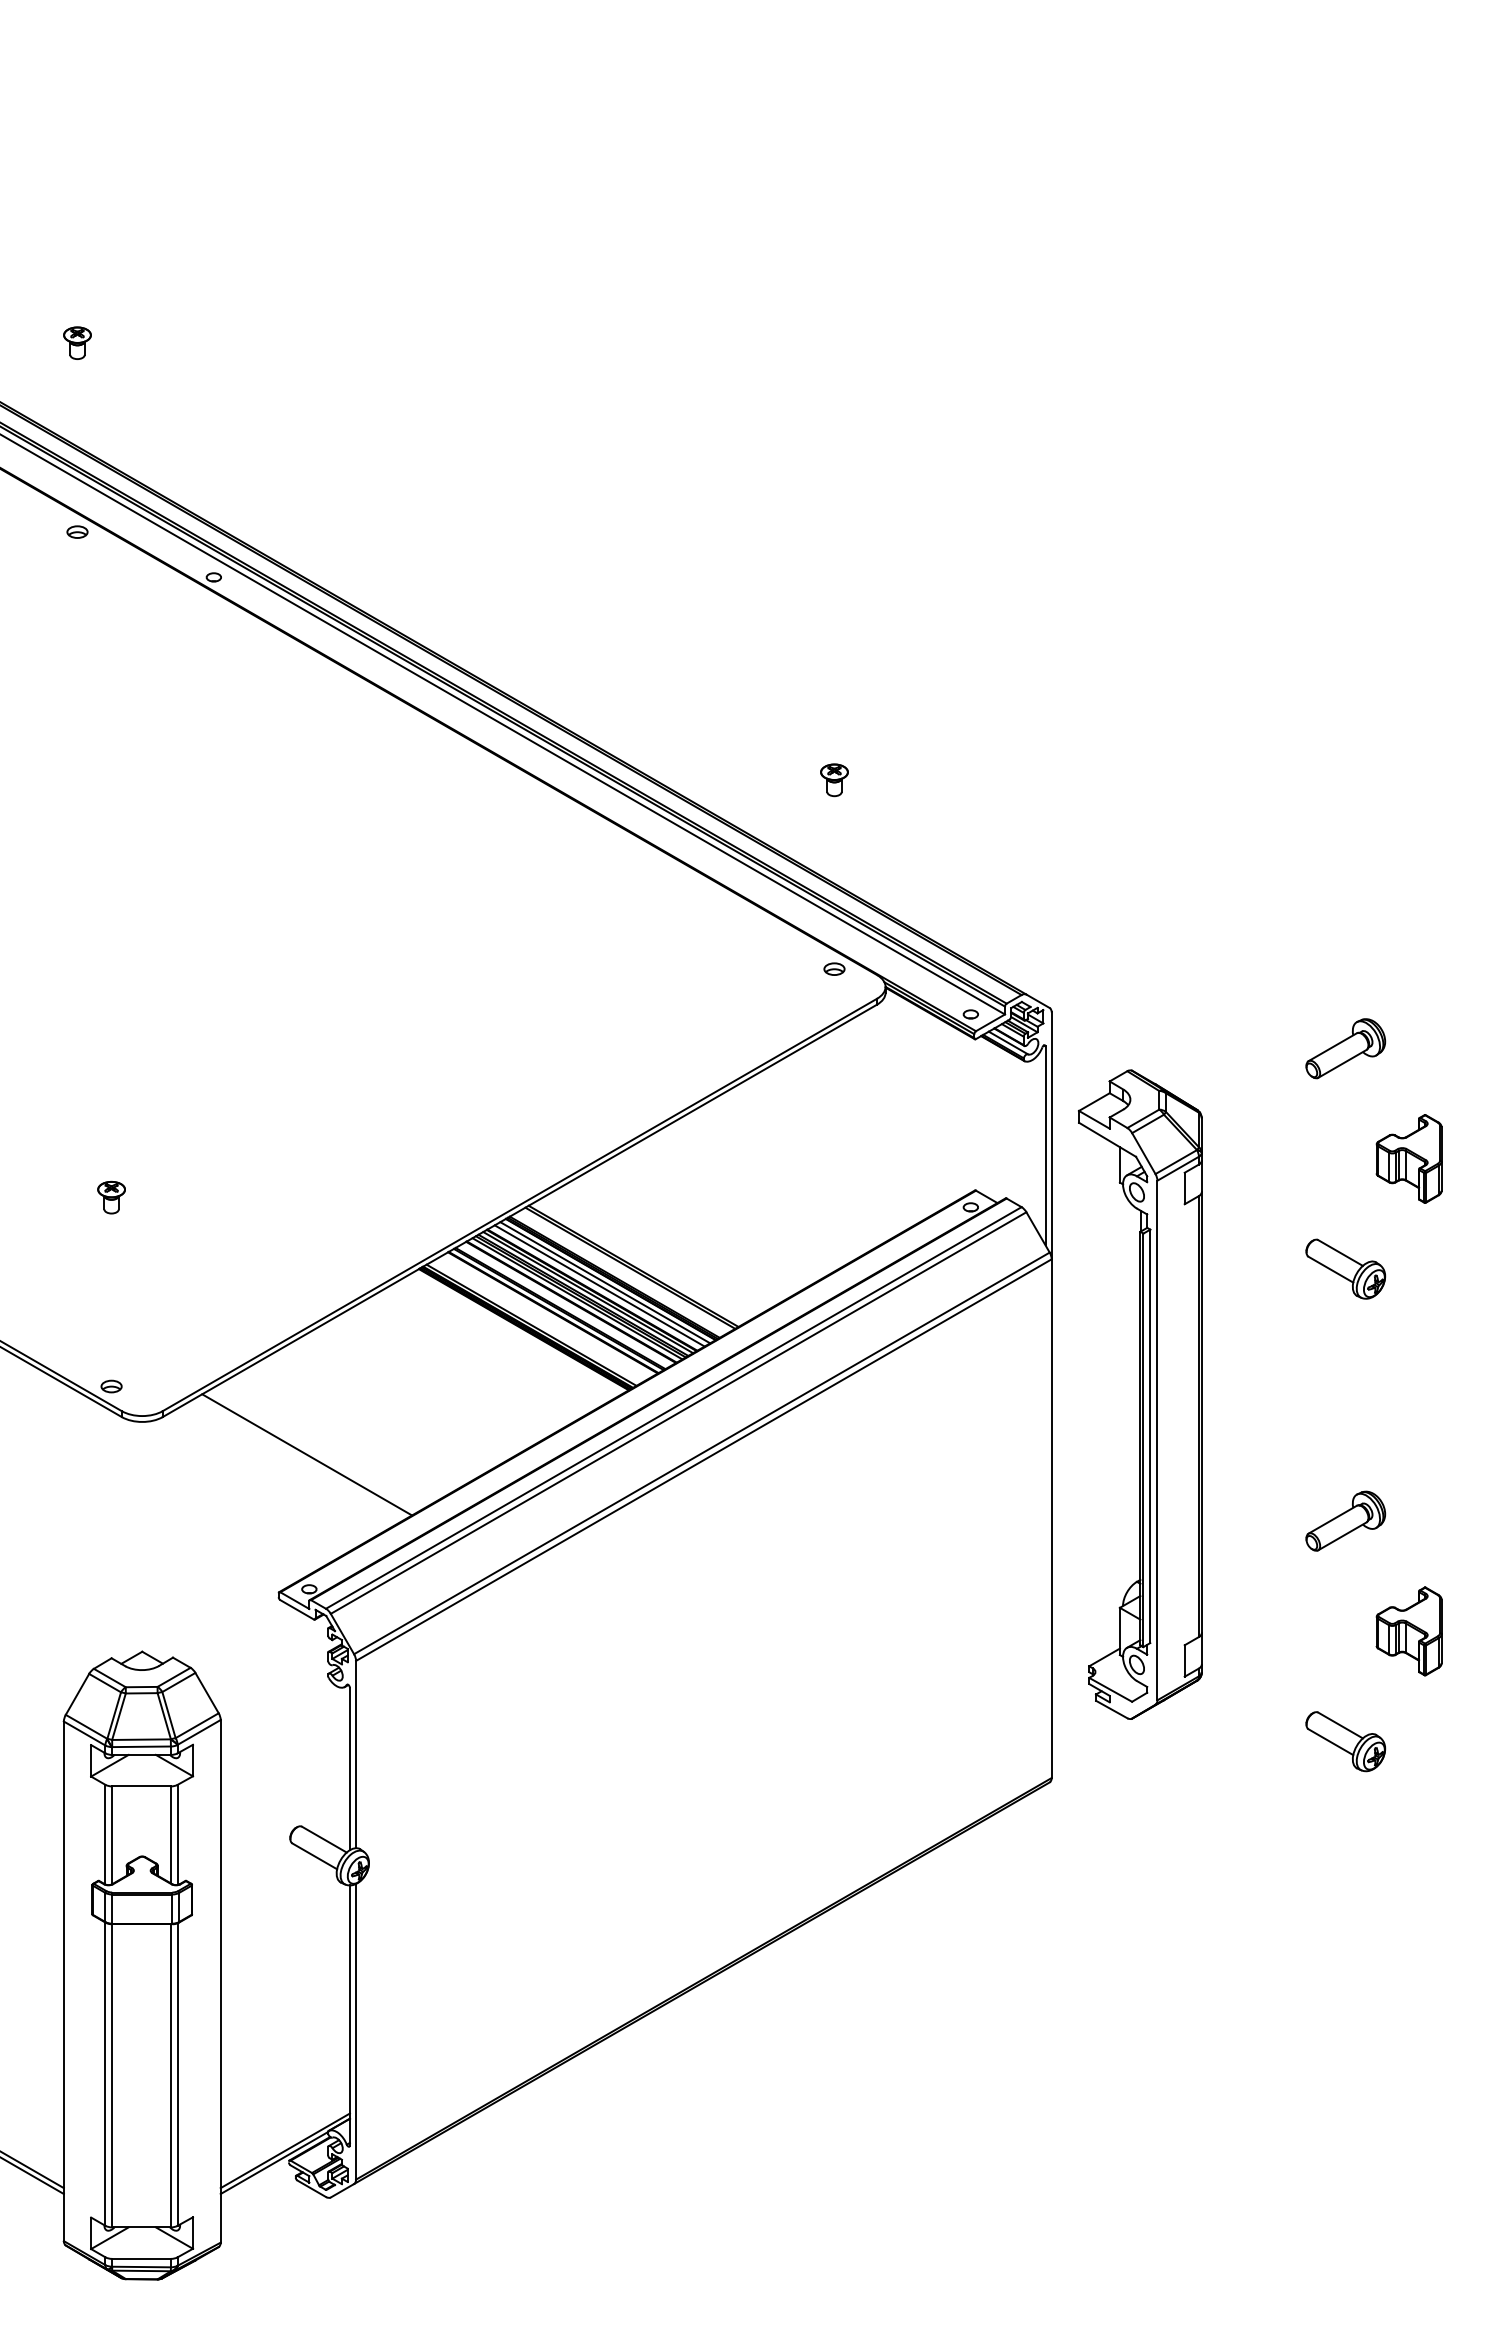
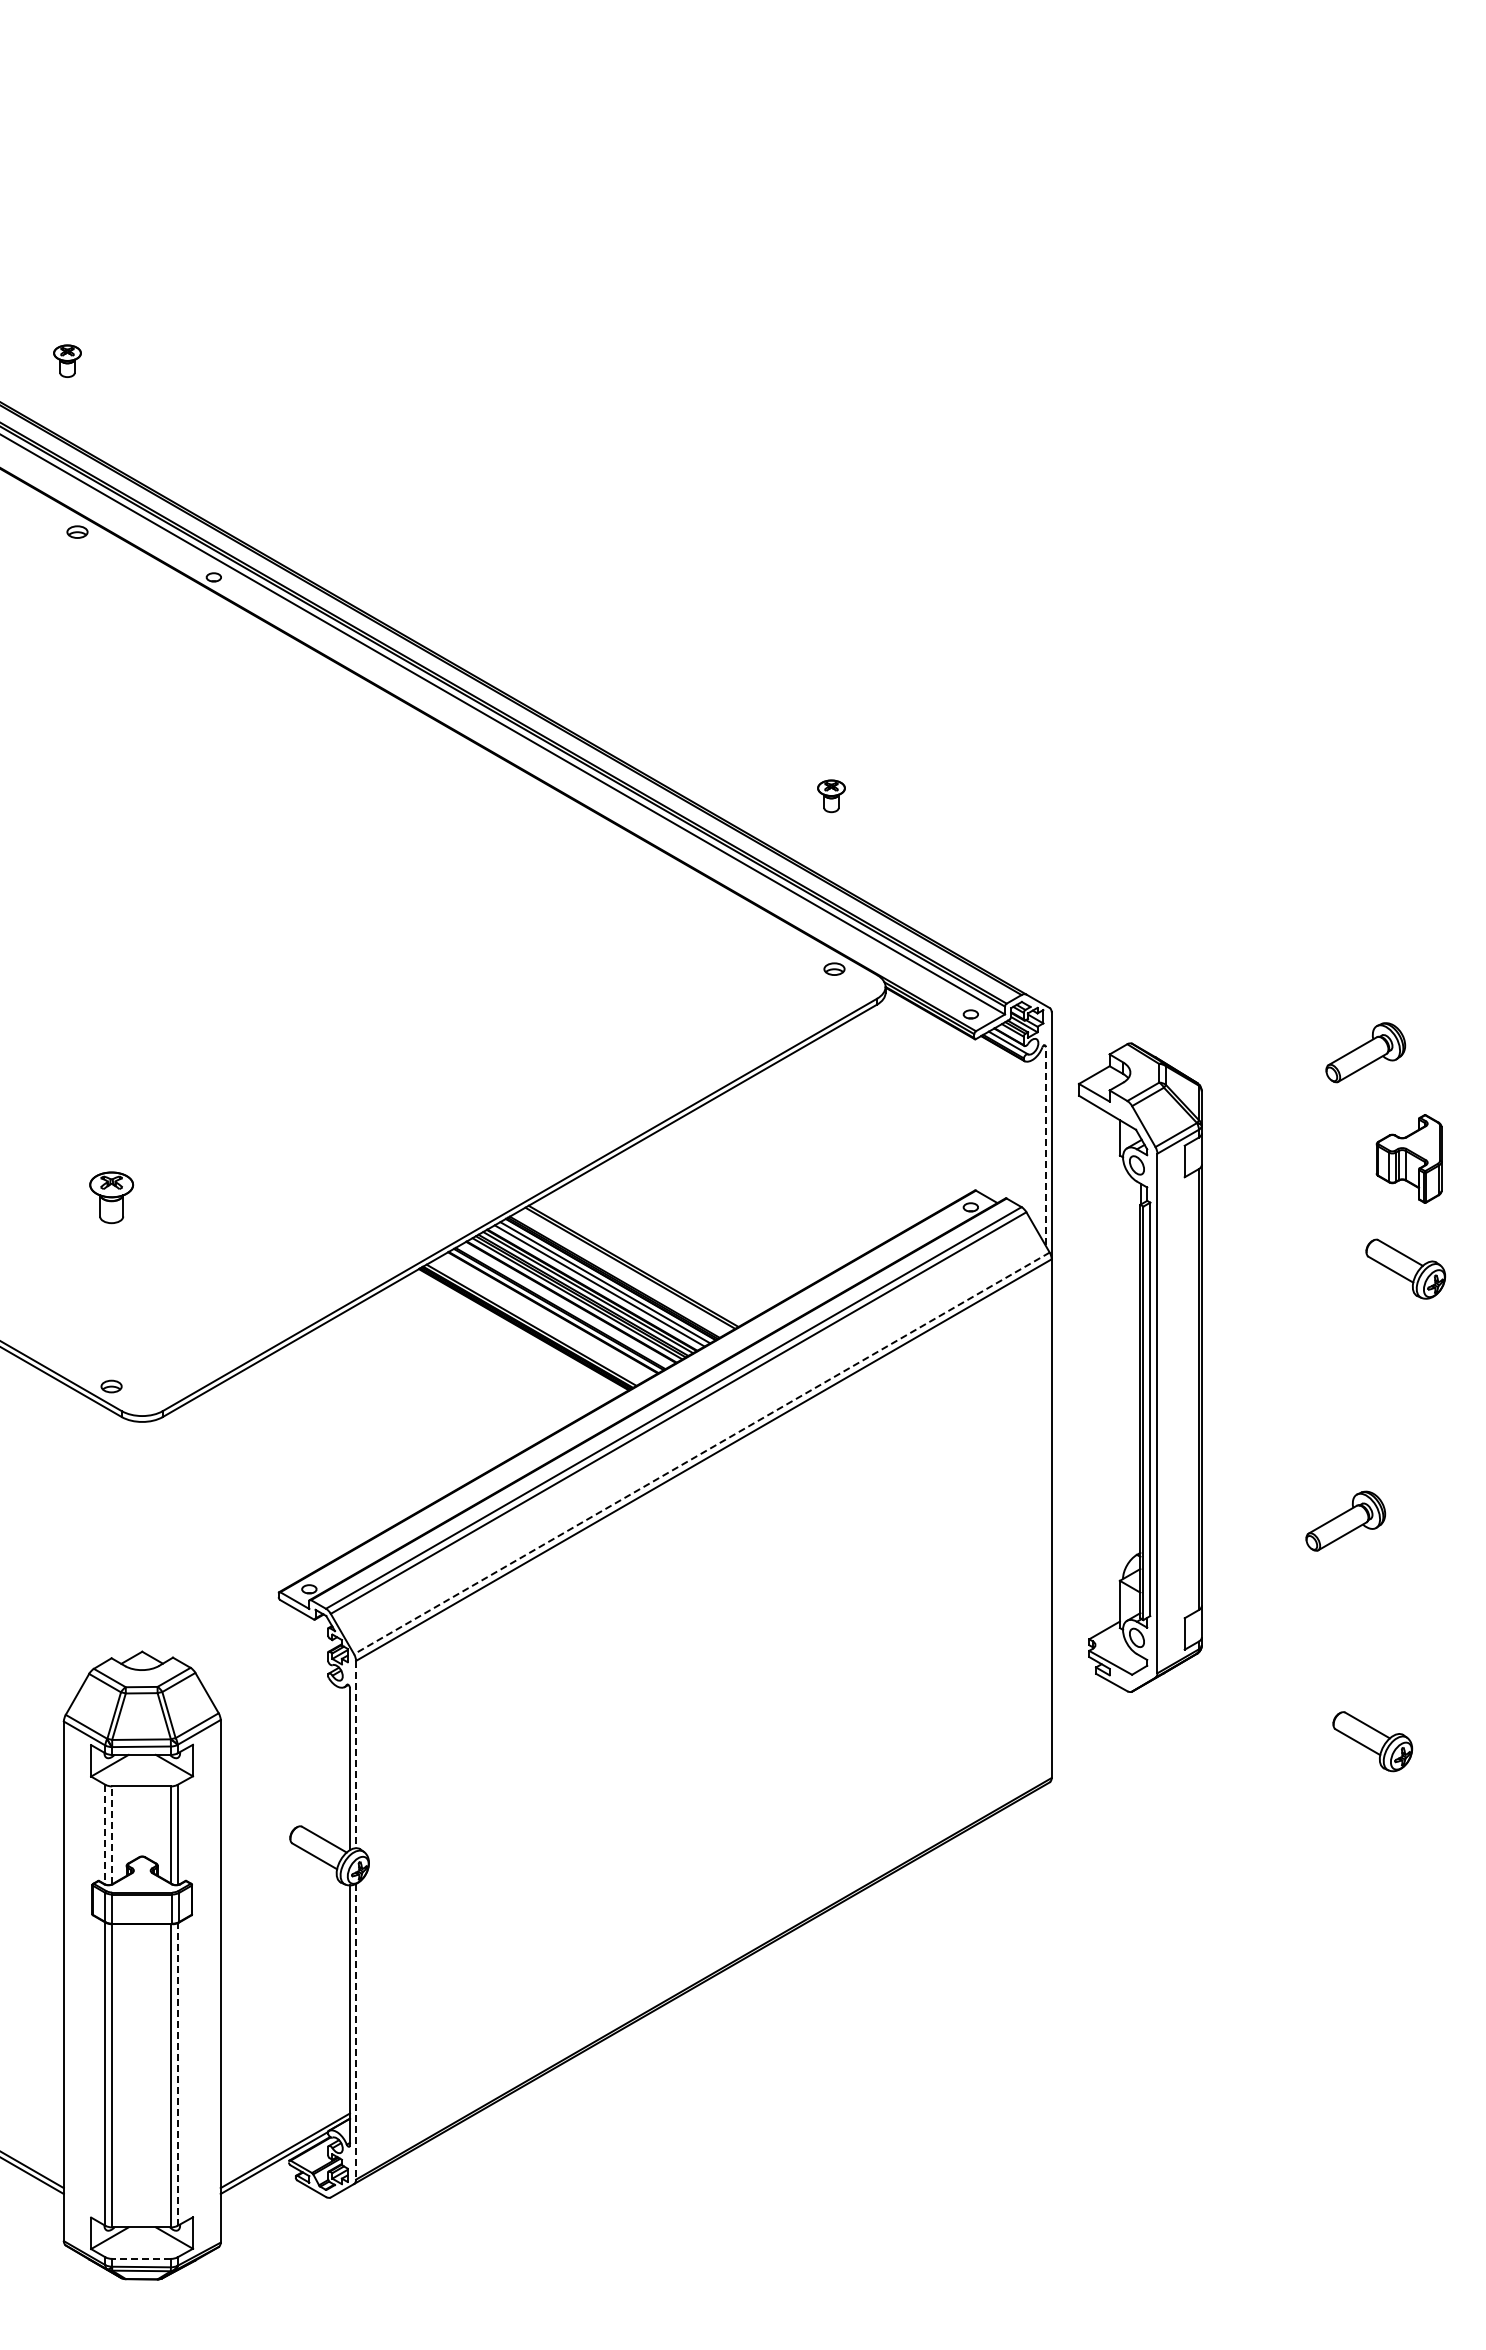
part at (77, 342) position: (77, 342) -> (67, 360)
part at (834, 780) position: (834, 780) -> (831, 796)
part at (1345, 1048) position: (1345, 1048) -> (1365, 1052)
line at (1045, 1145): solid -> dashed
part at (111, 1197) size: 29x35 px -> 46x54 px
part at (1345, 1268) position: (1345, 1268) -> (1405, 1268)
part at (1140, 1394) position: (1140, 1394) -> (1140, 1367)
line at (701, 1453): solid -> dashed
line at (307, 1454): present -> none
part at (1408, 1631): present -> none
part at (1345, 1741) position: (1345, 1741) -> (1372, 1741)
line at (356, 1754): solid -> dashed
line at (105, 1834): solid -> dashed
line at (112, 1835): solid -> dashed
line at (356, 2031): solid -> dashed
line at (177, 2074): solid -> dashed
line at (141, 2258): solid -> dashed
